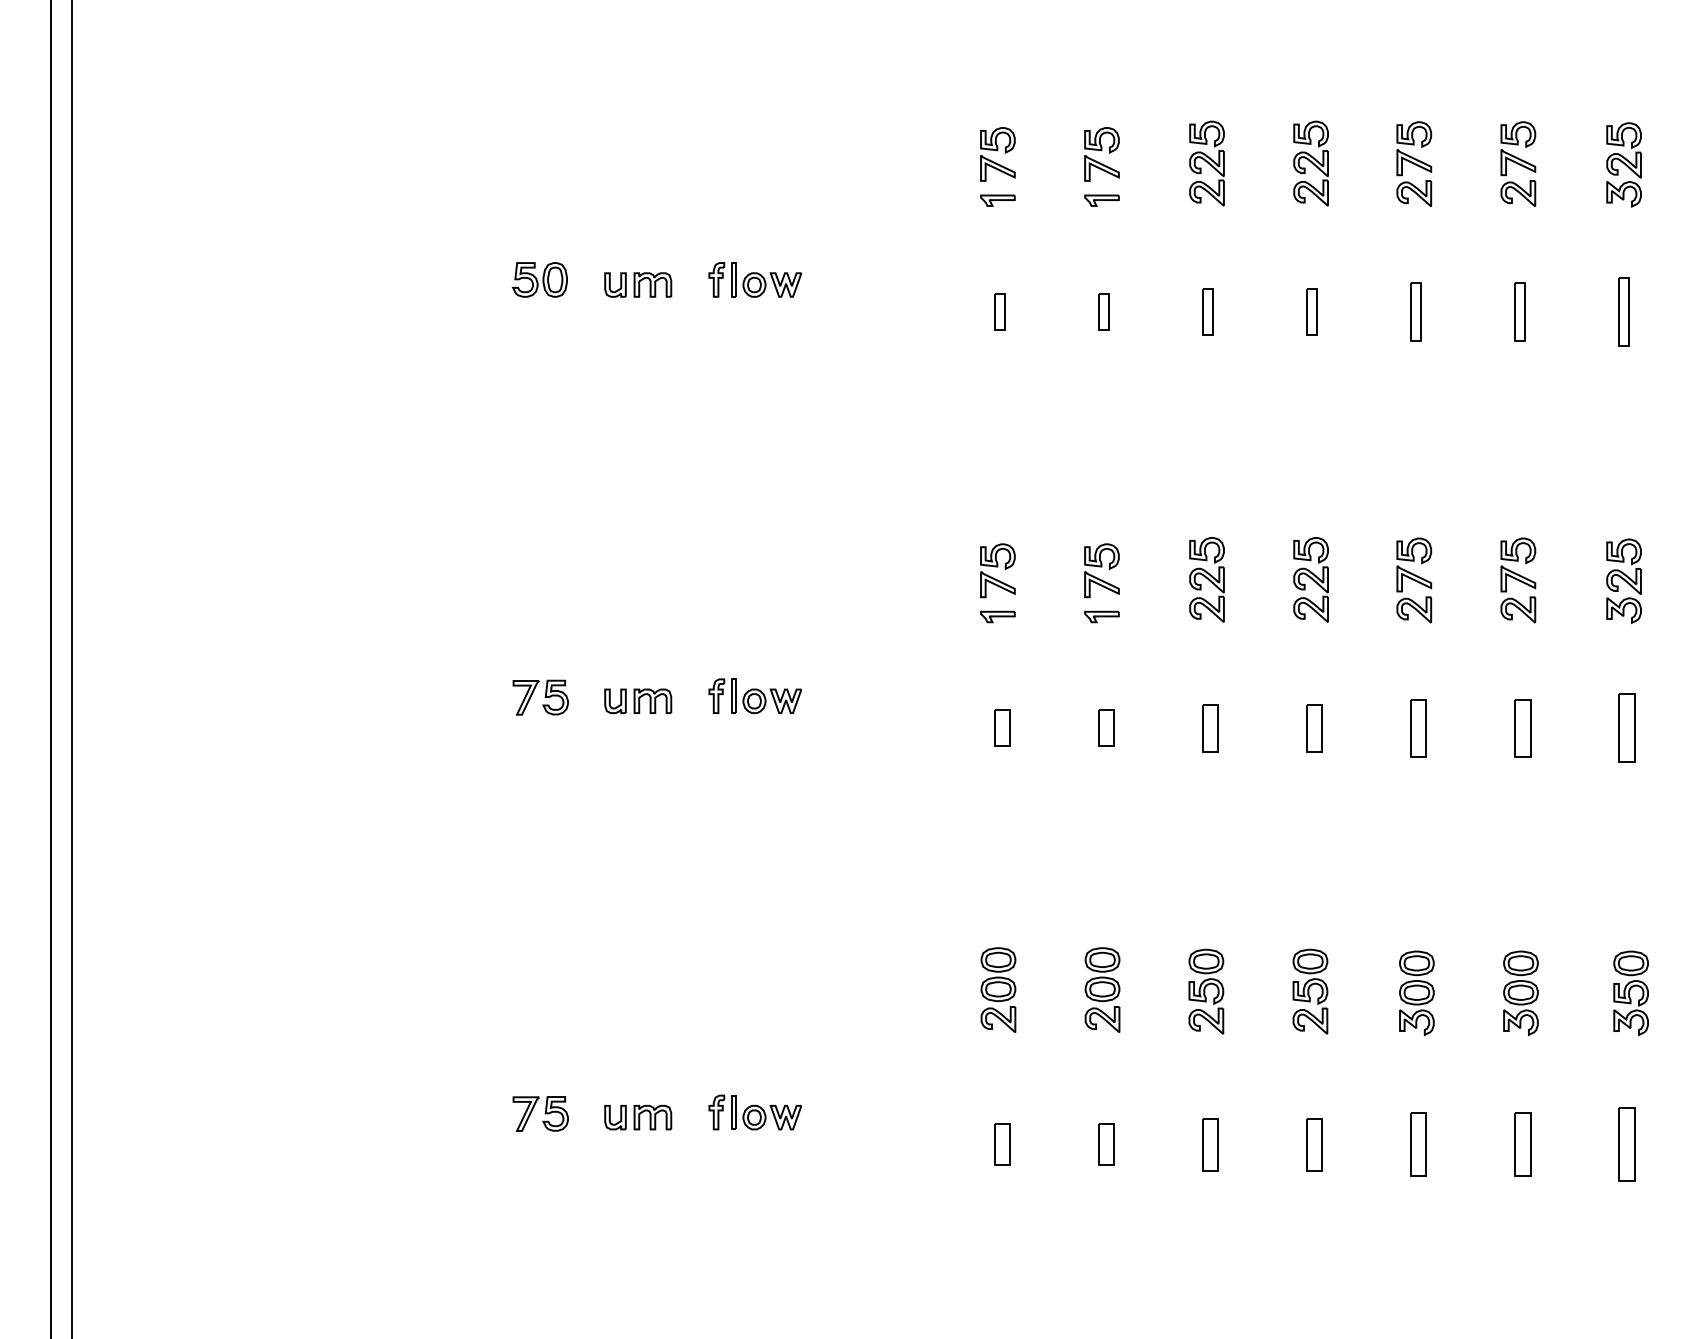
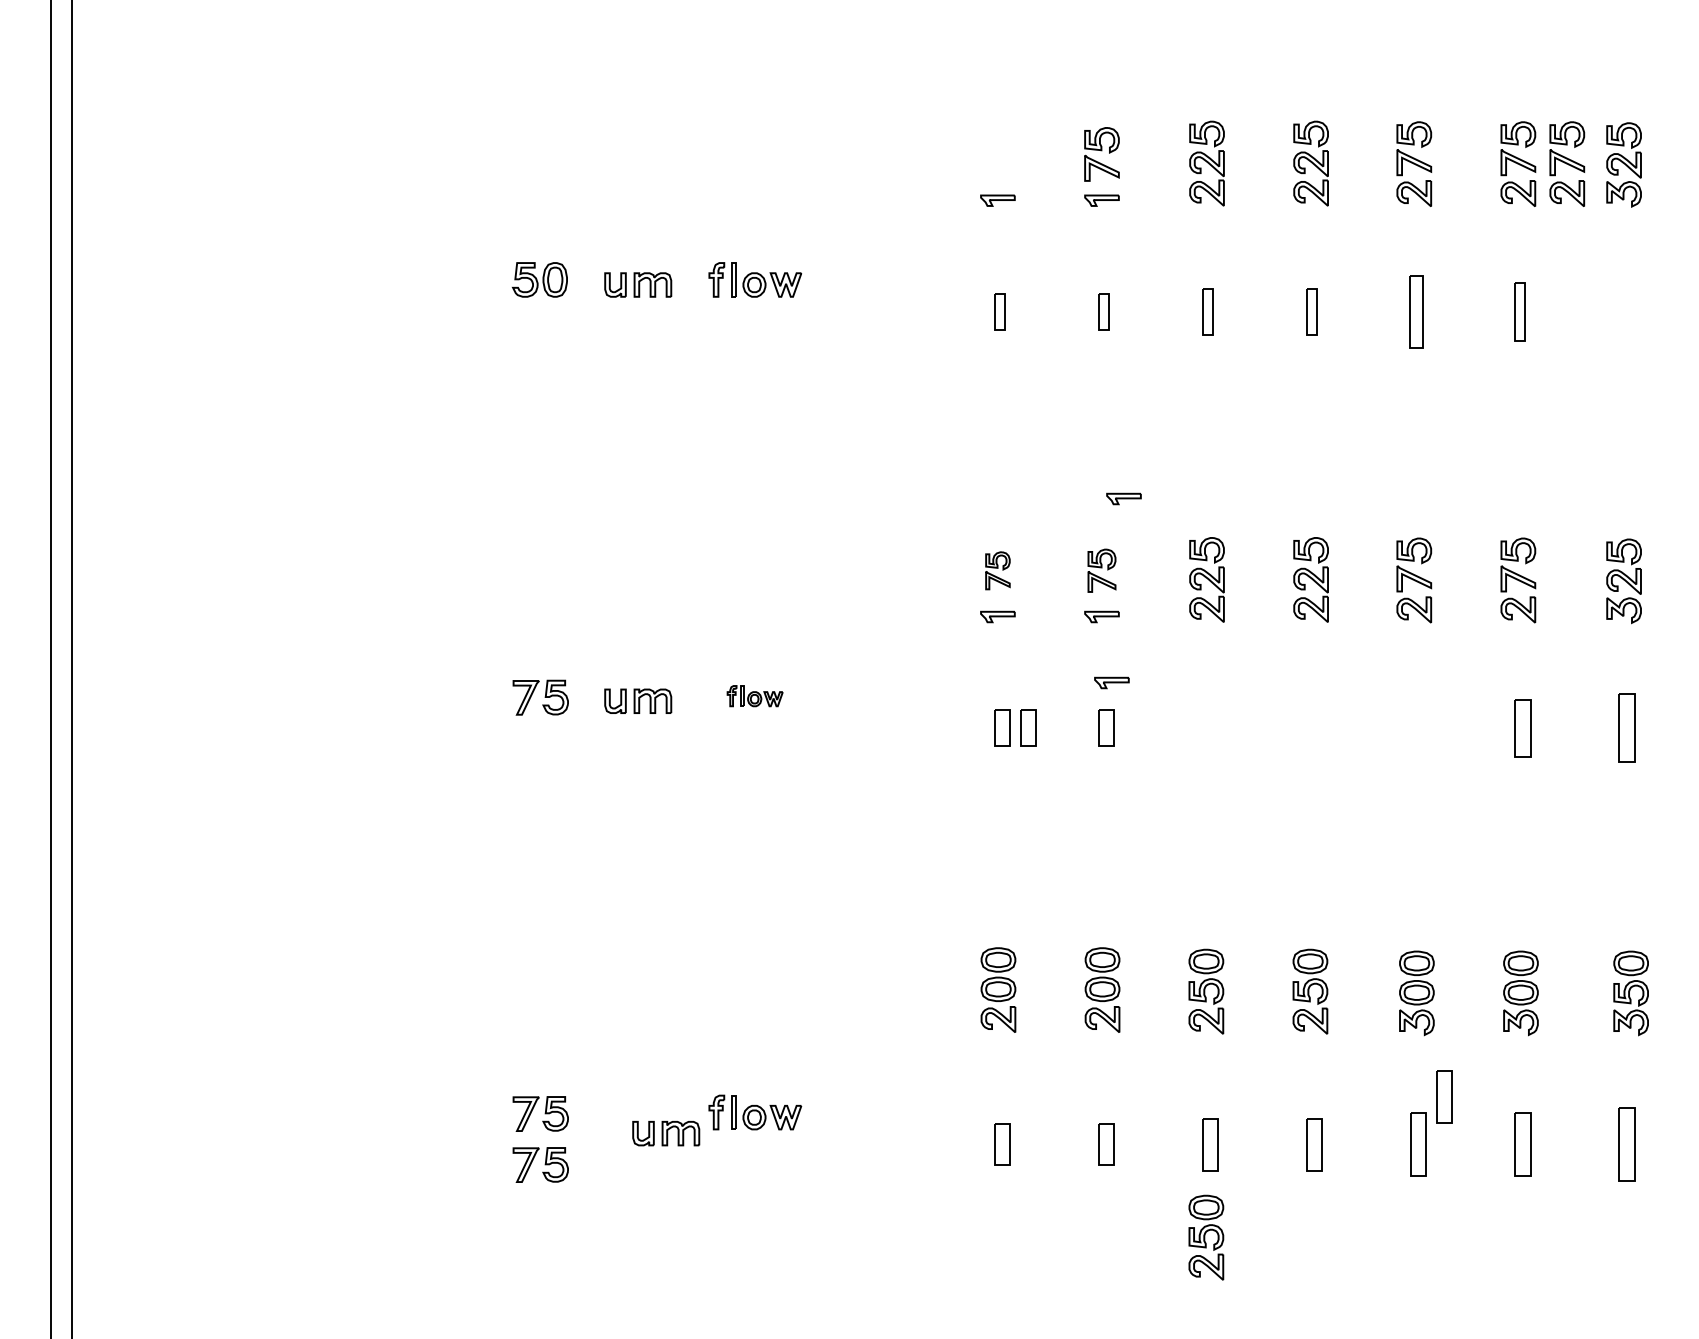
part at (997, 154): present -> none
part at (1567, 163): none -> present
part at (1415, 311) size: 12x60 px -> 15x74 px
part at (1623, 311): present -> none
part at (1123, 498): none -> present
part at (997, 570) size: 36x56 px -> 26x40 px
part at (1101, 570) size: 36x56 px -> 30x45 px
part at (1111, 682): none -> present
part at (754, 695) size: 94x36 px -> 58x23 px
part at (1028, 727): none -> present
part at (1210, 728): present -> none
part at (1314, 728): present -> none
part at (1418, 728): present -> none
part at (1444, 1096): none -> present
part at (638, 1117) position: (638, 1117) -> (666, 1133)
part at (540, 1164): none -> present
part at (1206, 1237): none -> present
